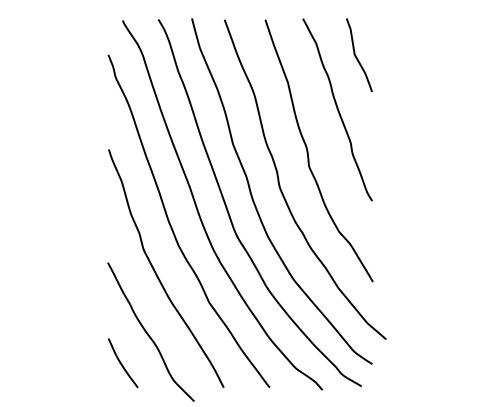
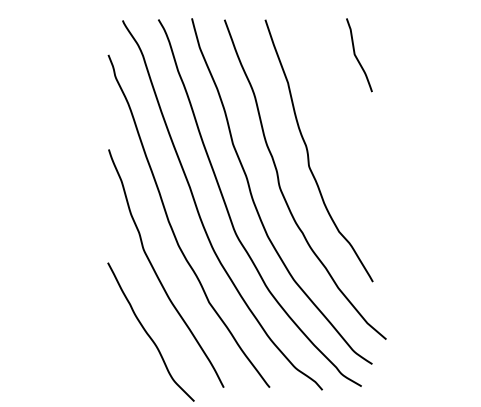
curve at (337, 109): present -> none
curve at (121, 363): present -> none
